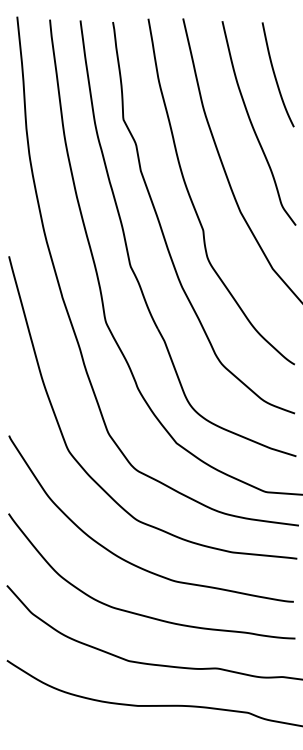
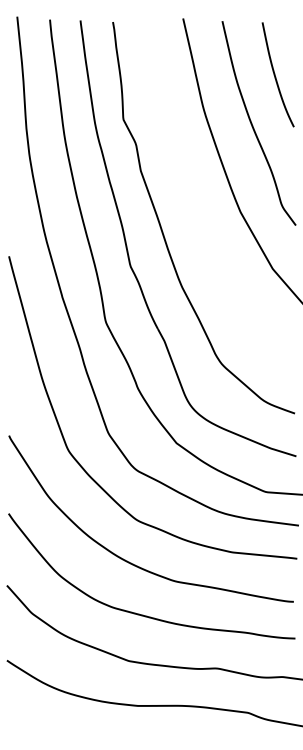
curve at (193, 202): present -> none
